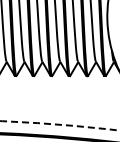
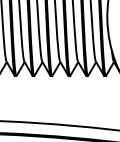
arc at (59, 124): dashed -> solid
